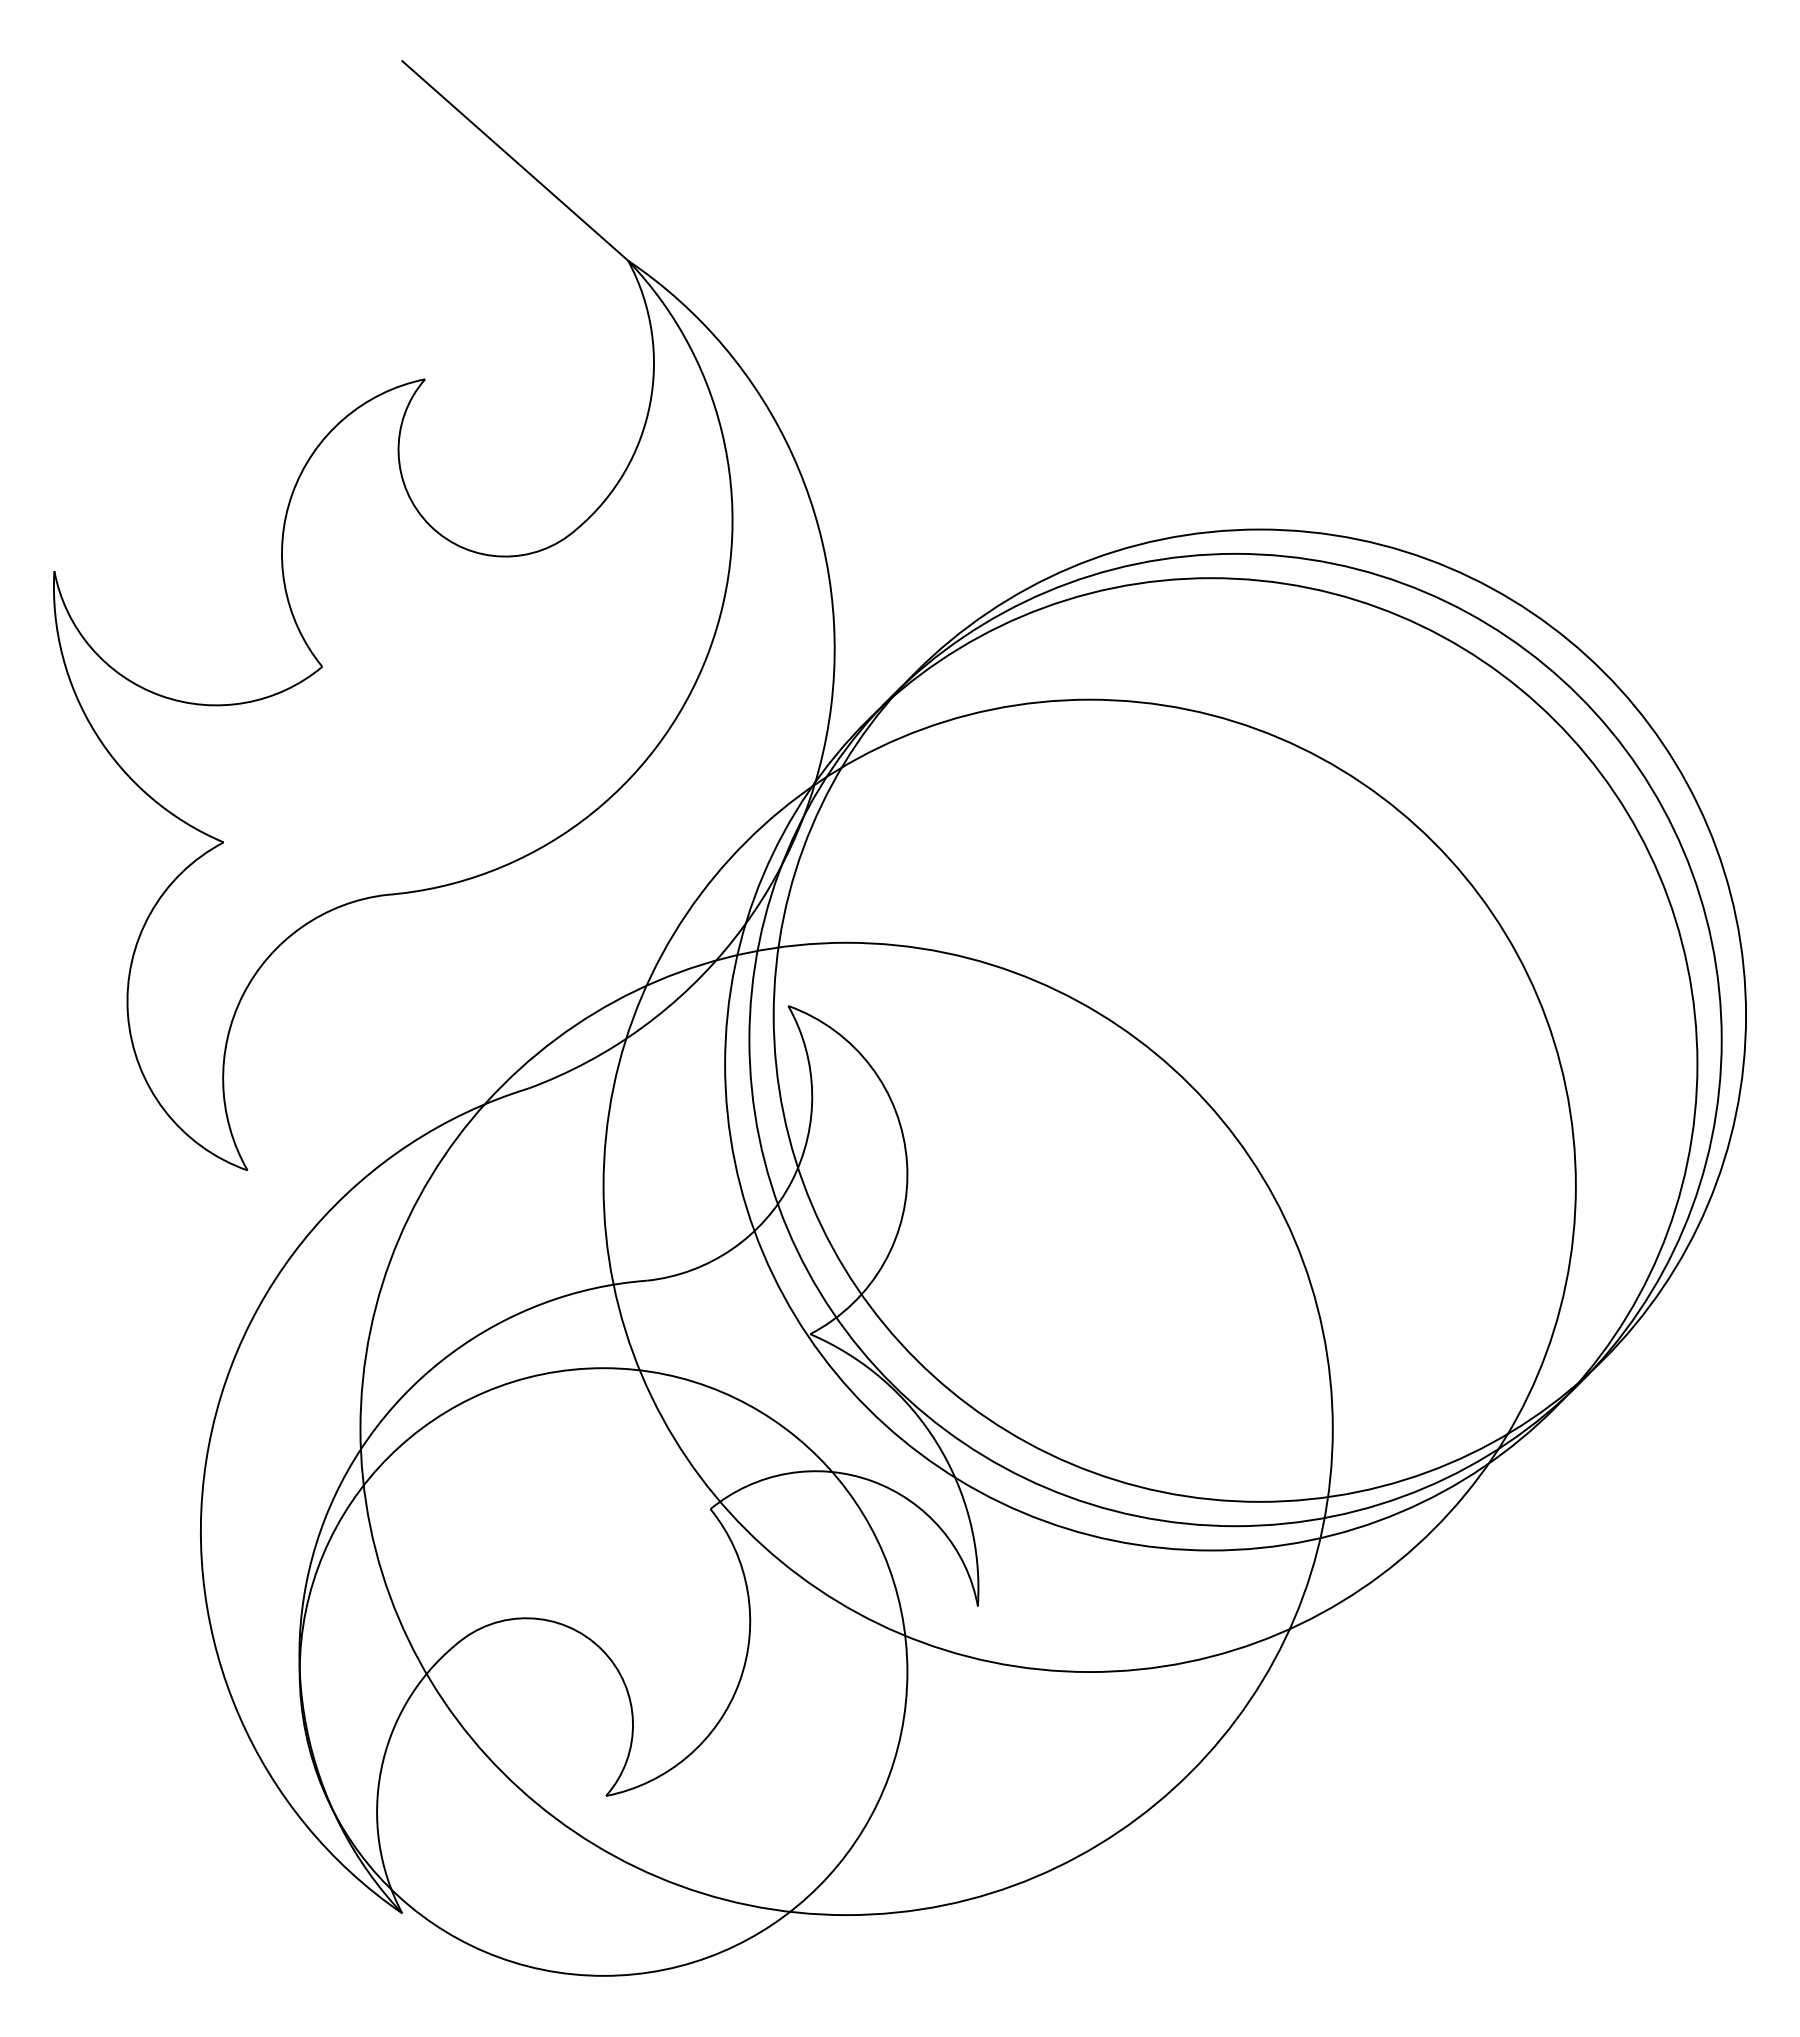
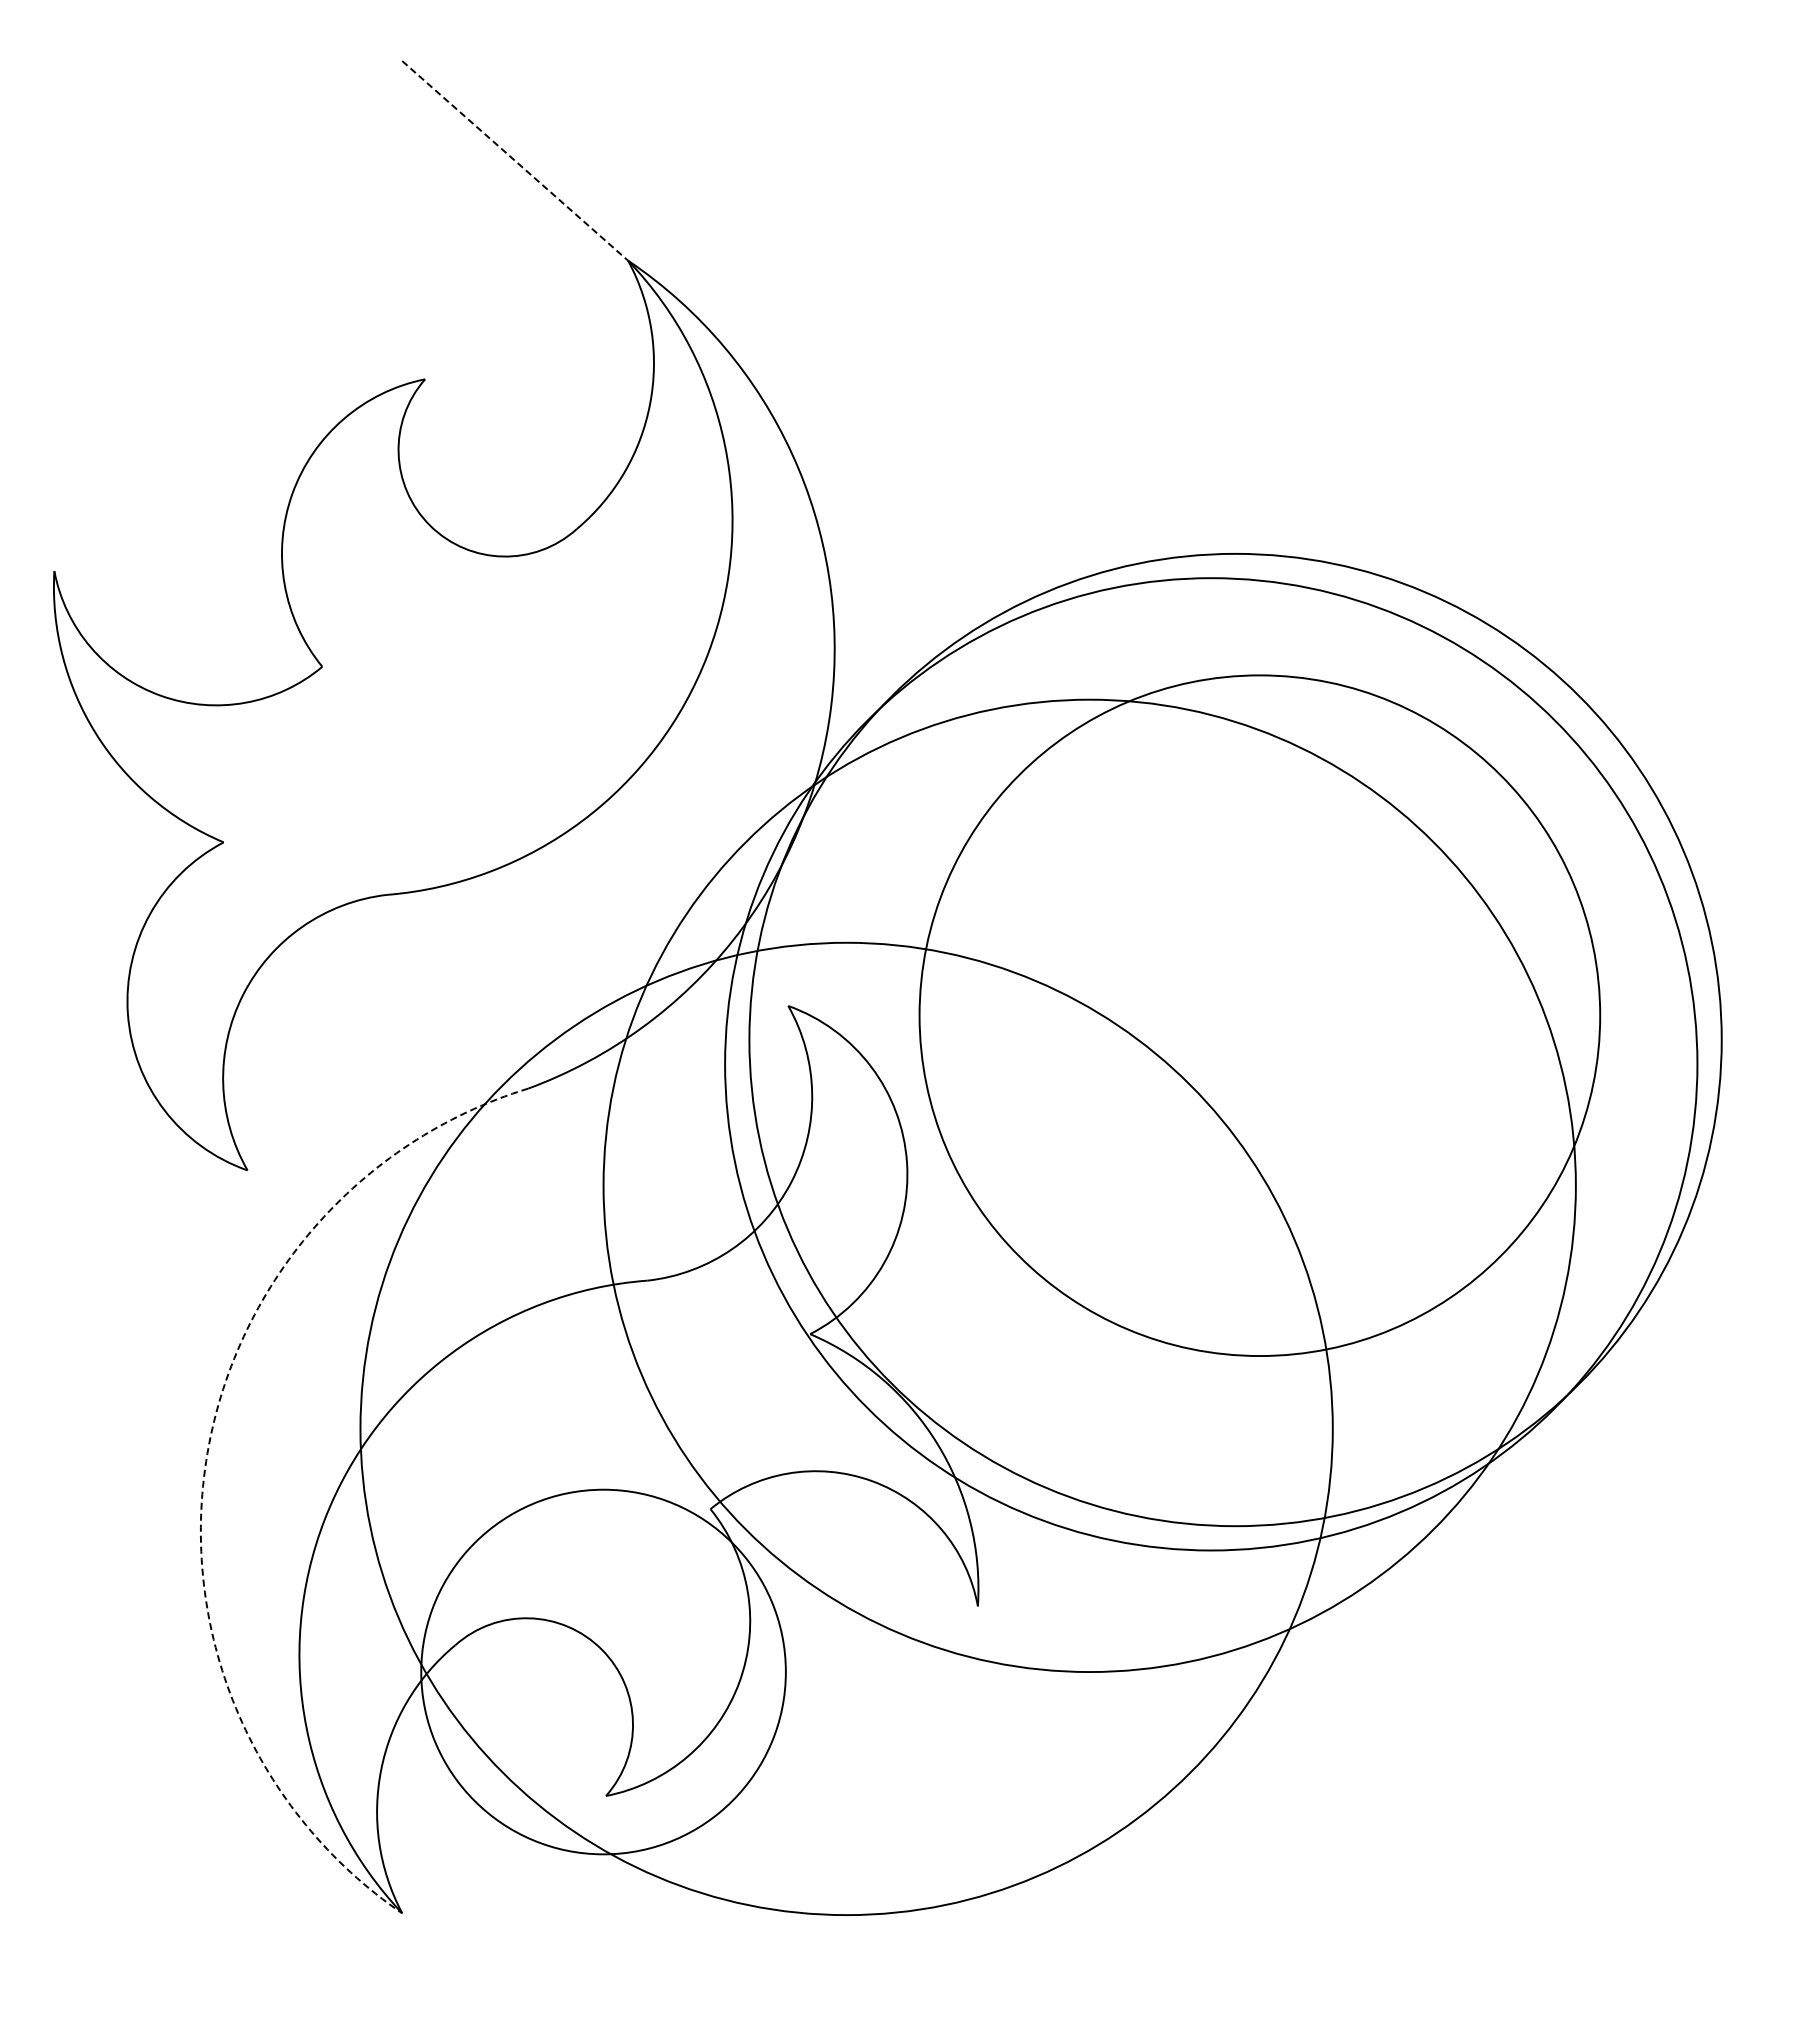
line at (515, 160): solid -> dashed
circle at (1259, 1015) diameter: 972 px -> 681 px
arc at (206, 1461): solid -> dashed
circle at (603, 1671) diameter: 608 px -> 365 px
